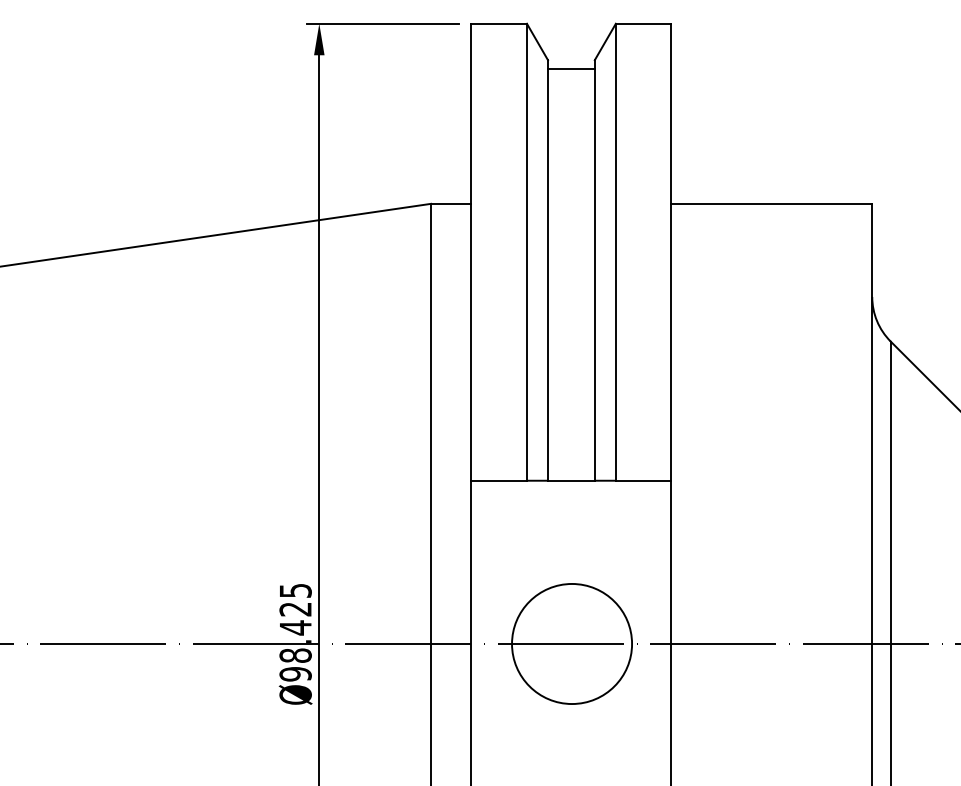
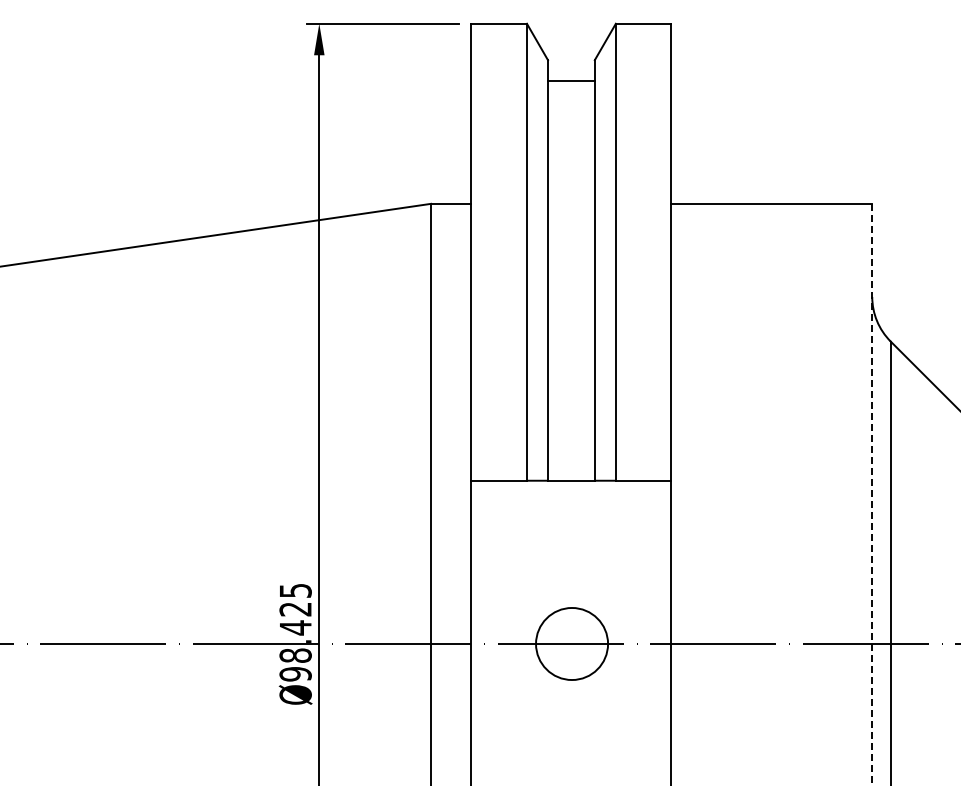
line at (571, 68) position: (571, 68) -> (571, 80)
line at (872, 494): solid -> dashed
circle at (572, 643) diameter: 120 px -> 72 px
